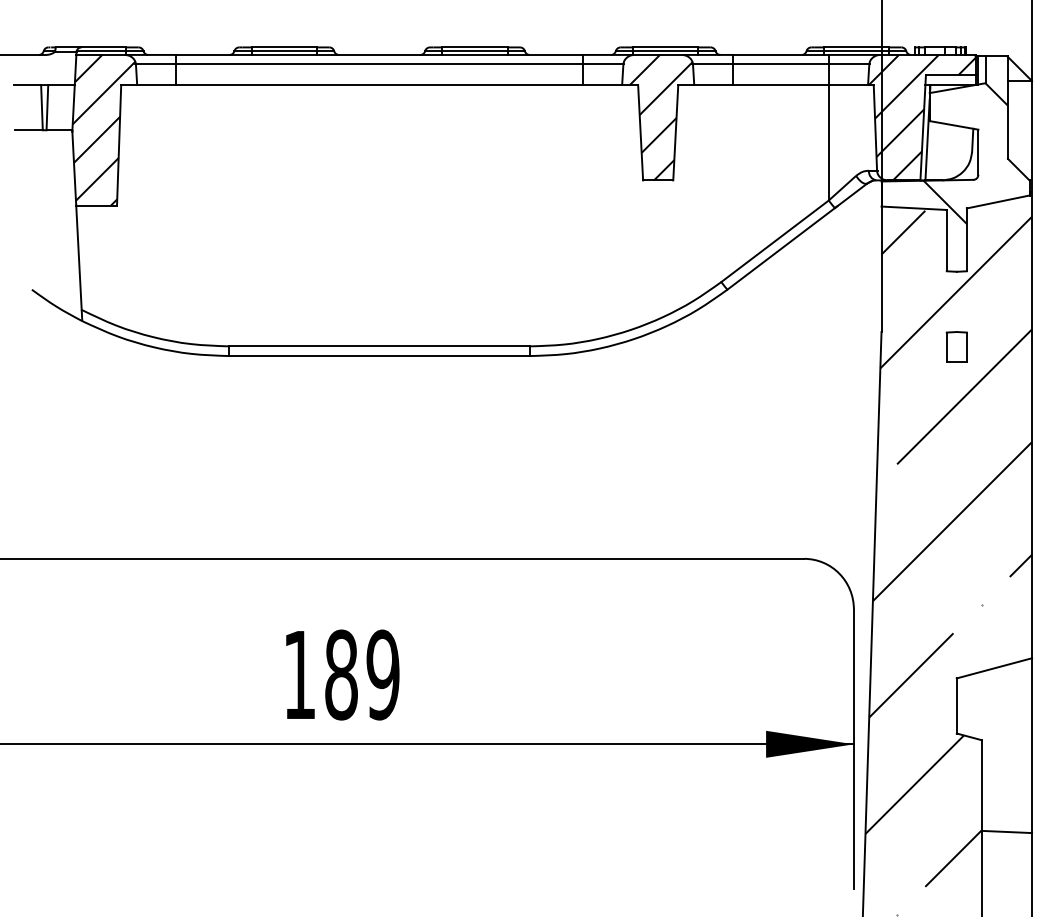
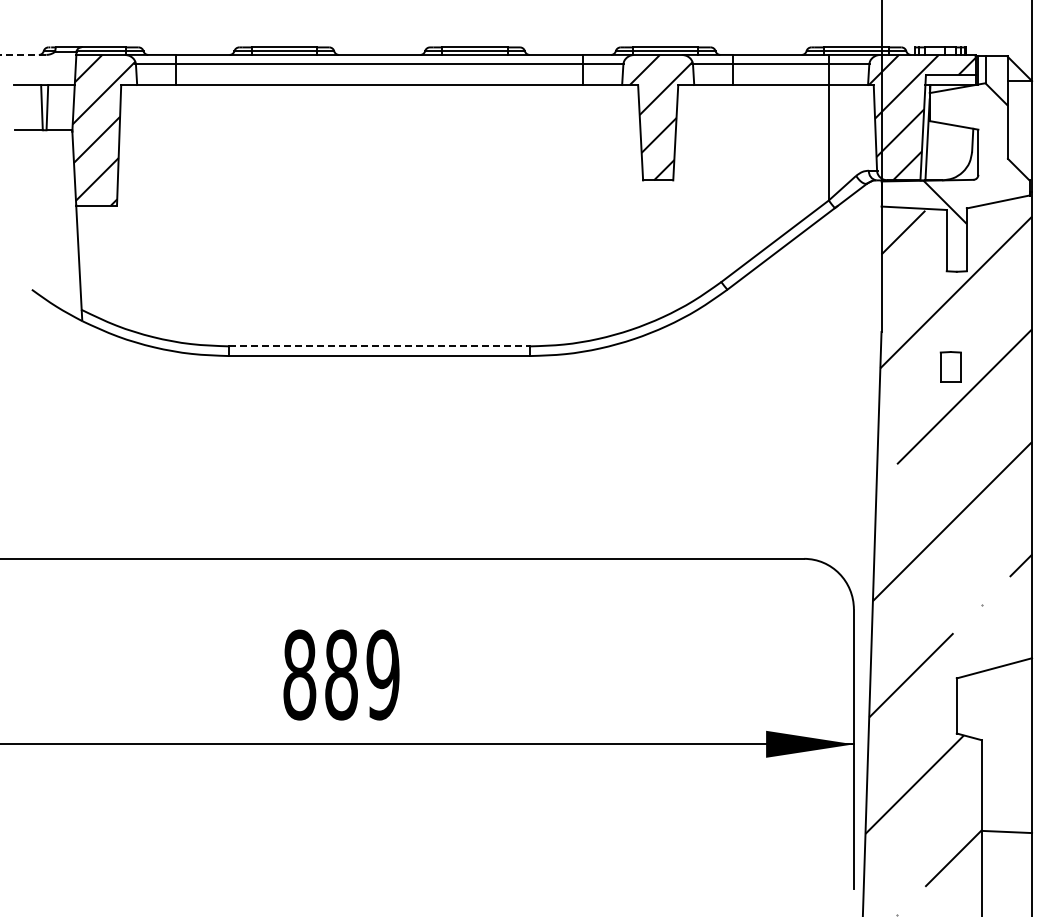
line at (23, 54): solid -> dashed
line at (379, 346): solid -> dashed
part at (956, 346) position: (956, 346) -> (950, 366)
text at (299, 674): 189 -> 889
